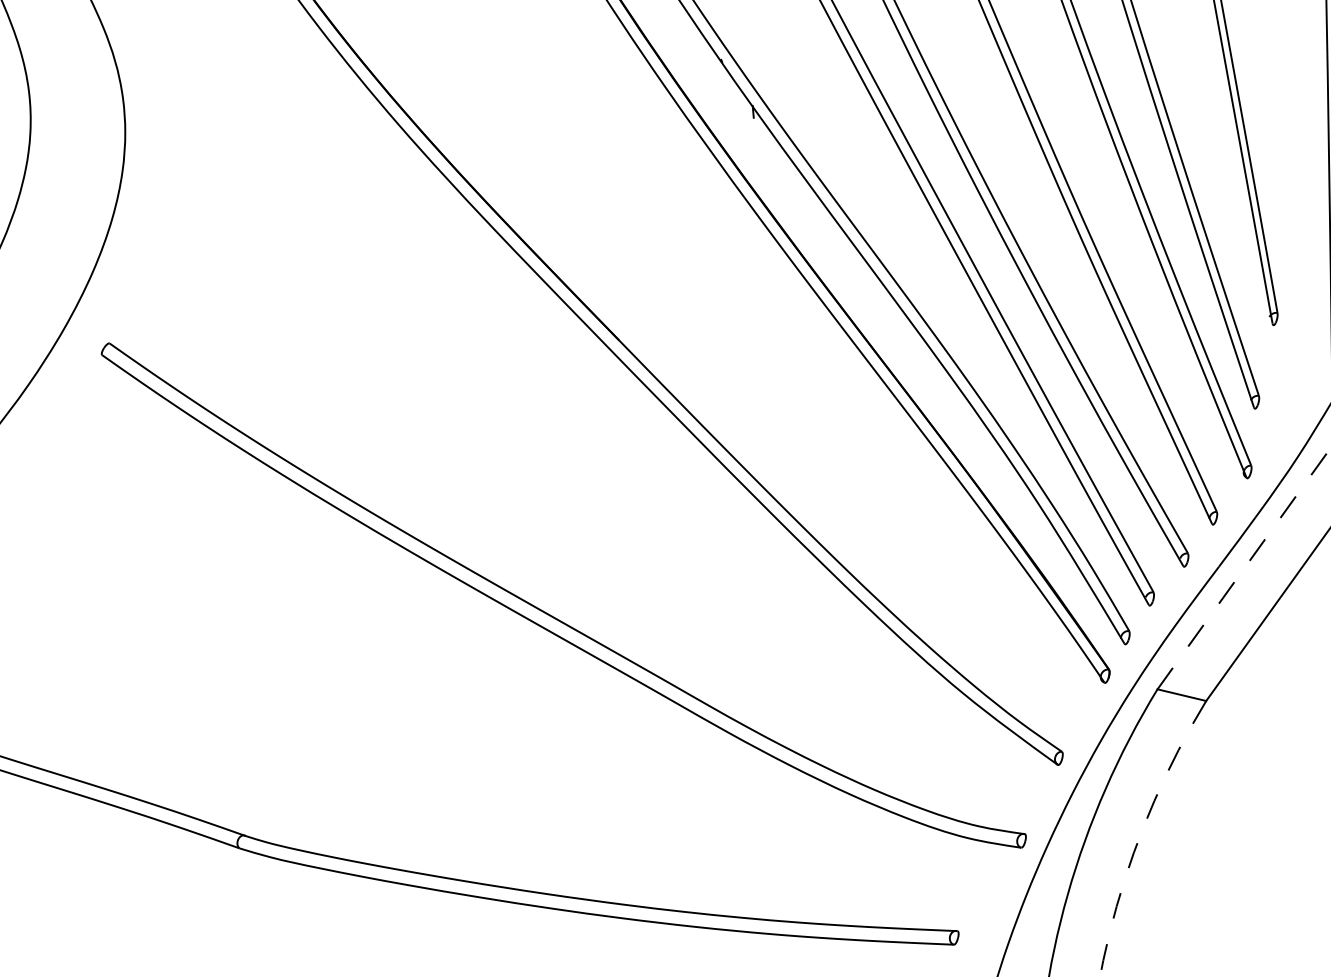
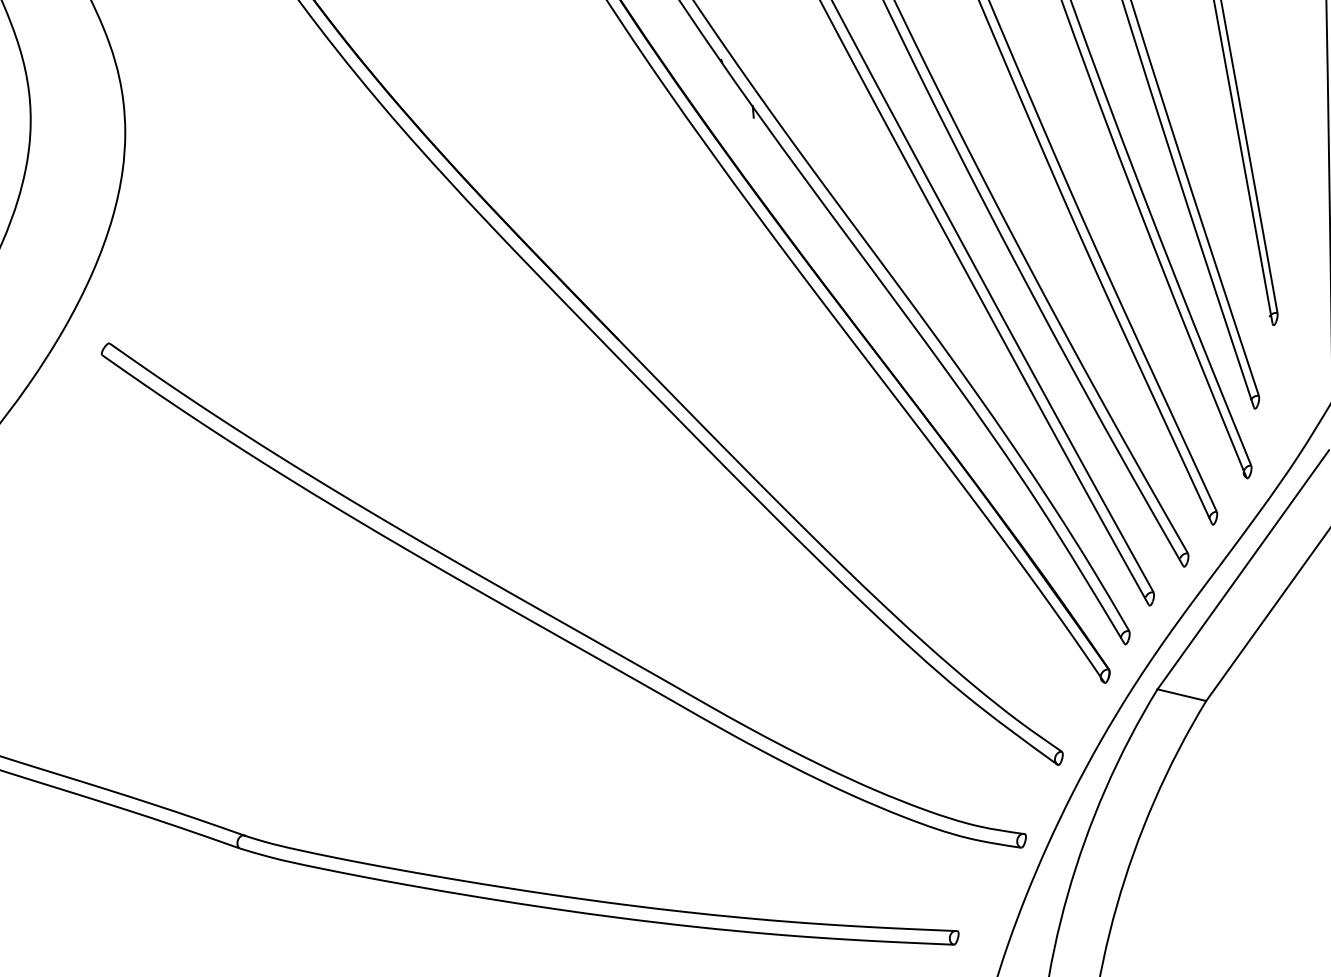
line at (1243, 569): dashed -> solid
arc at (1140, 834): dashed -> solid
